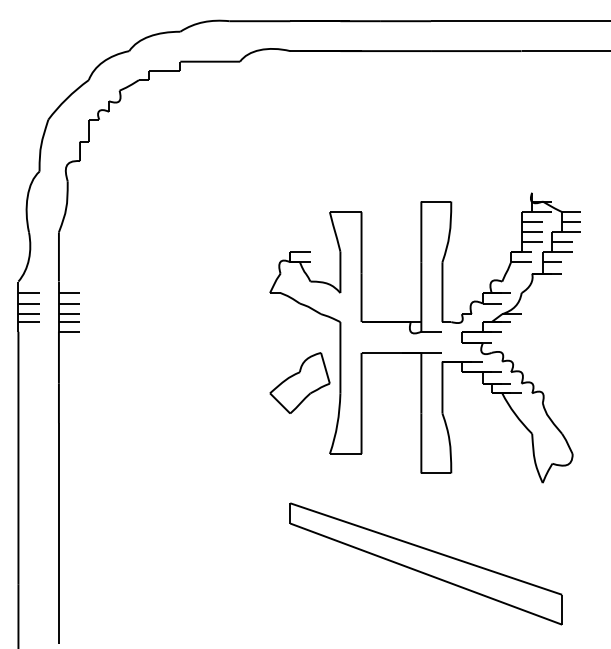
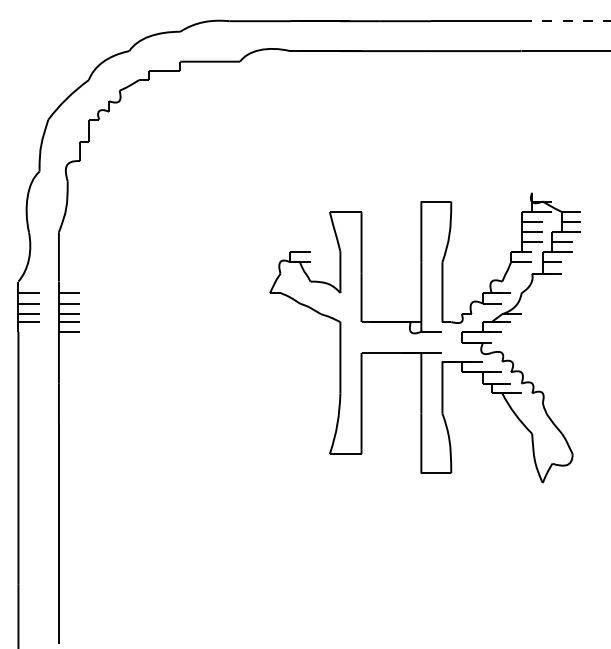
line at (565, 21): solid -> dashed
part at (299, 382): present -> none
part at (425, 563): present -> none
